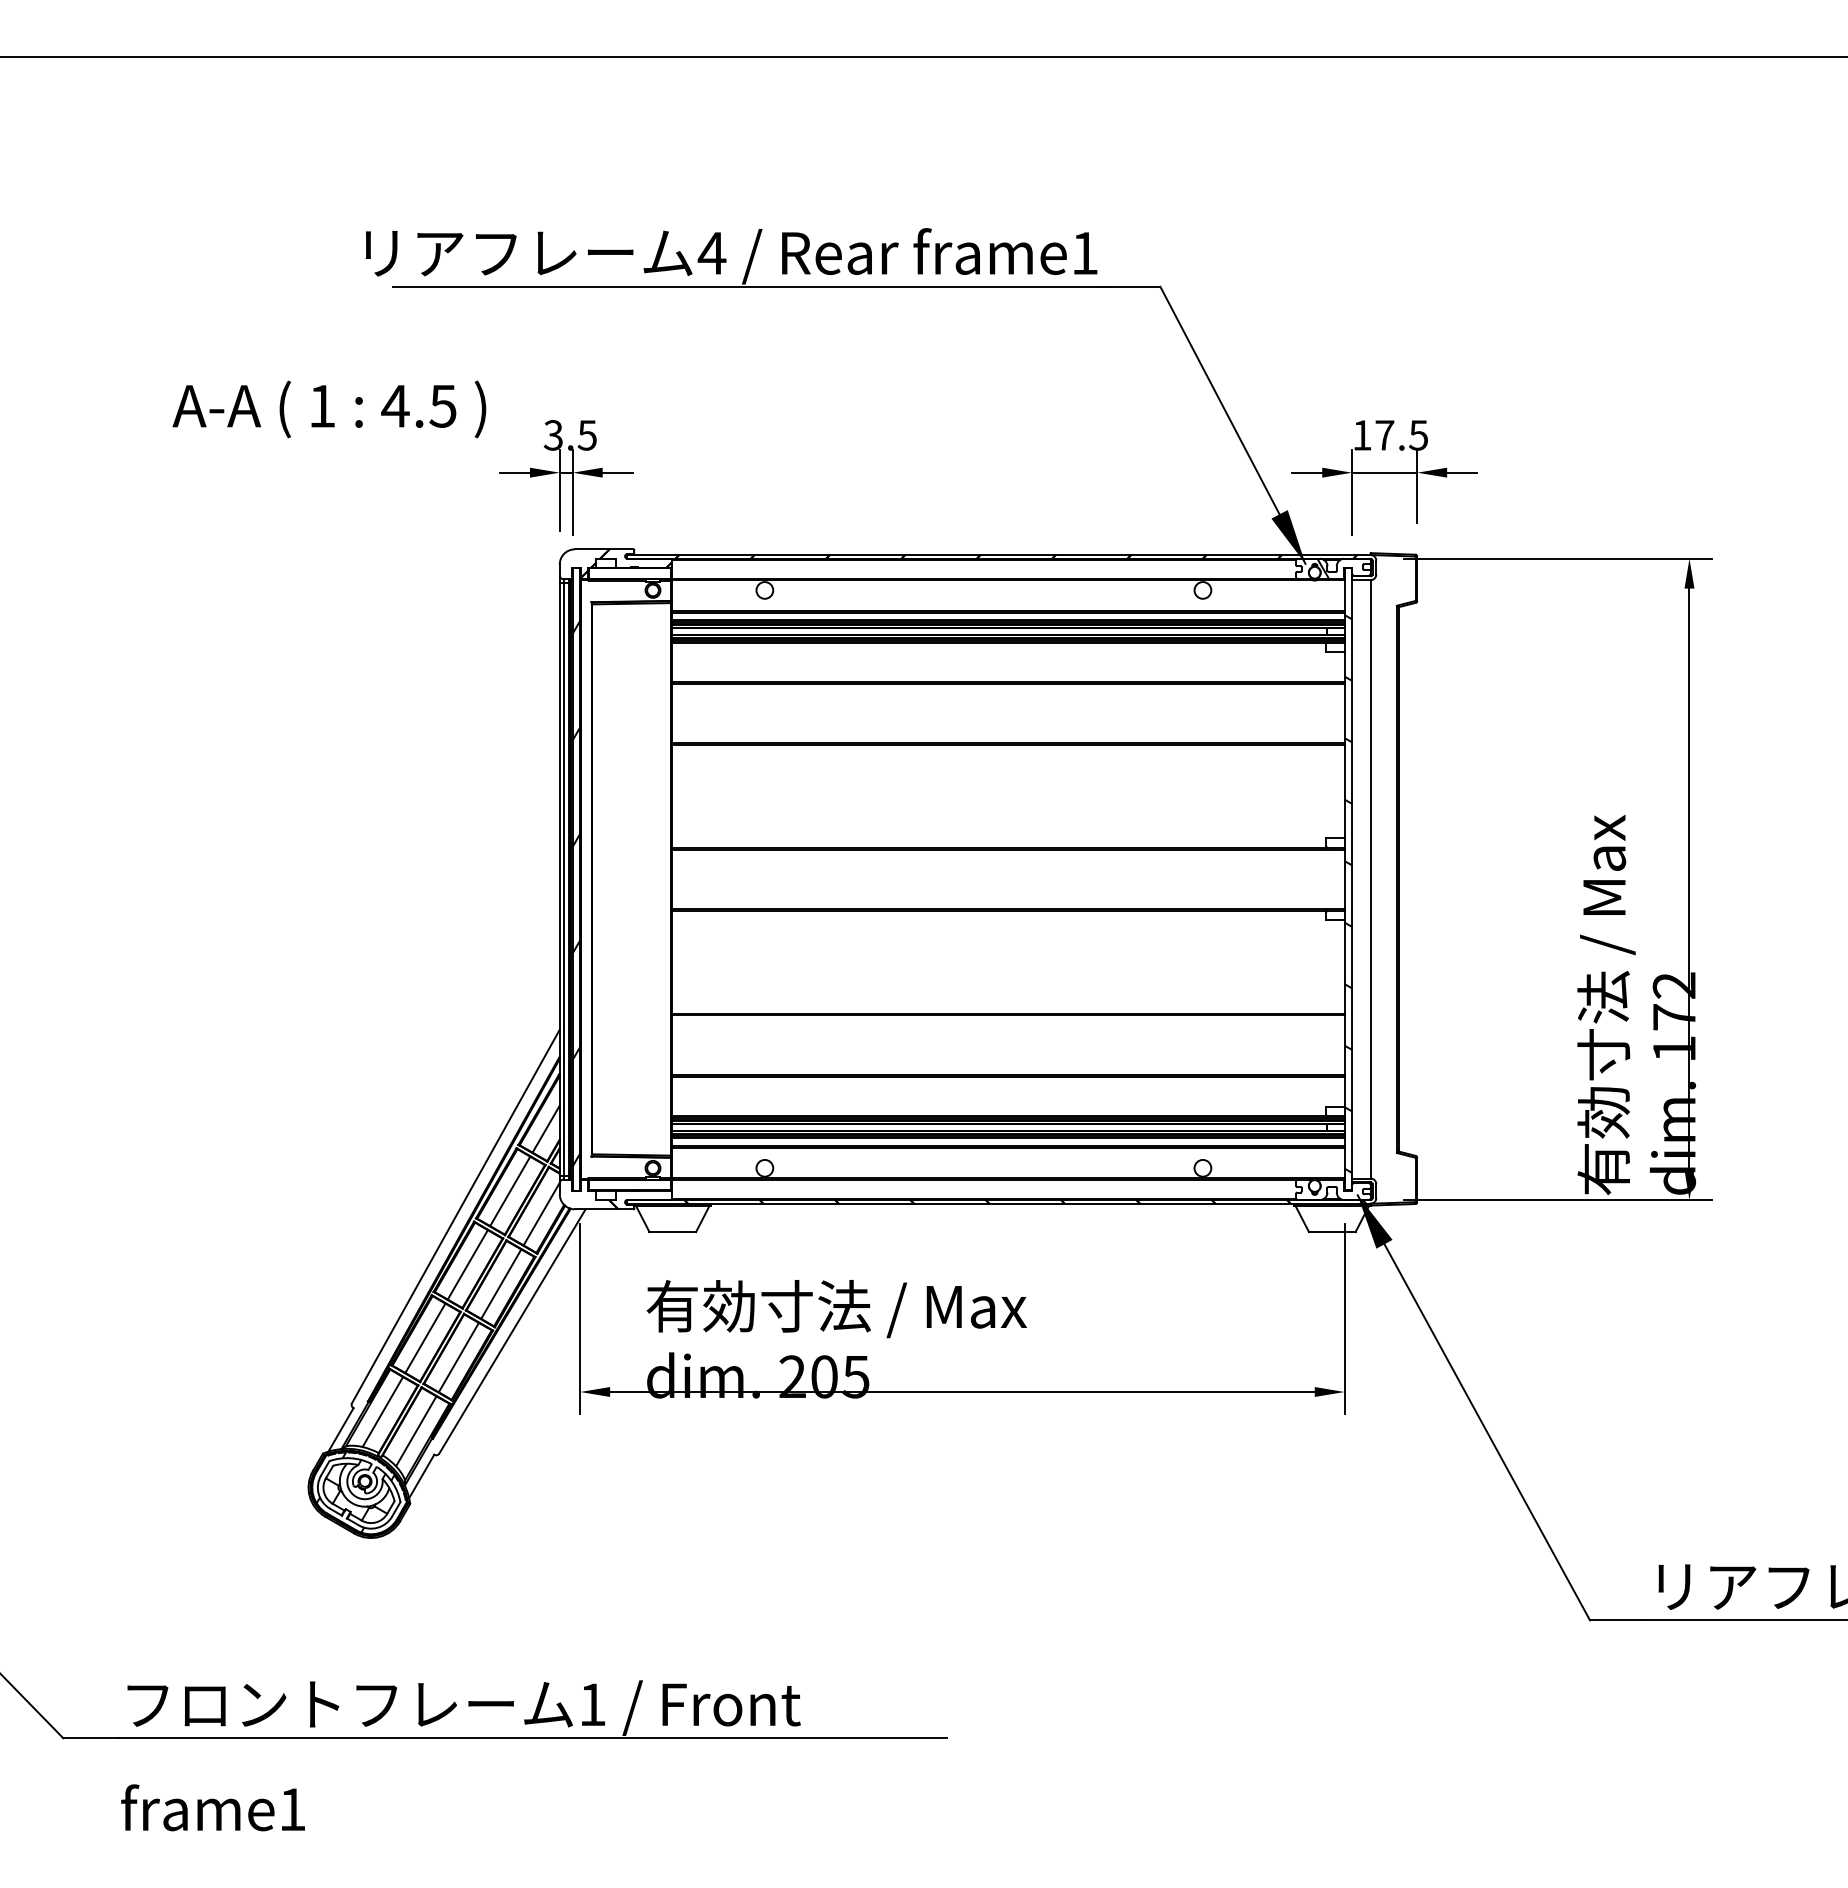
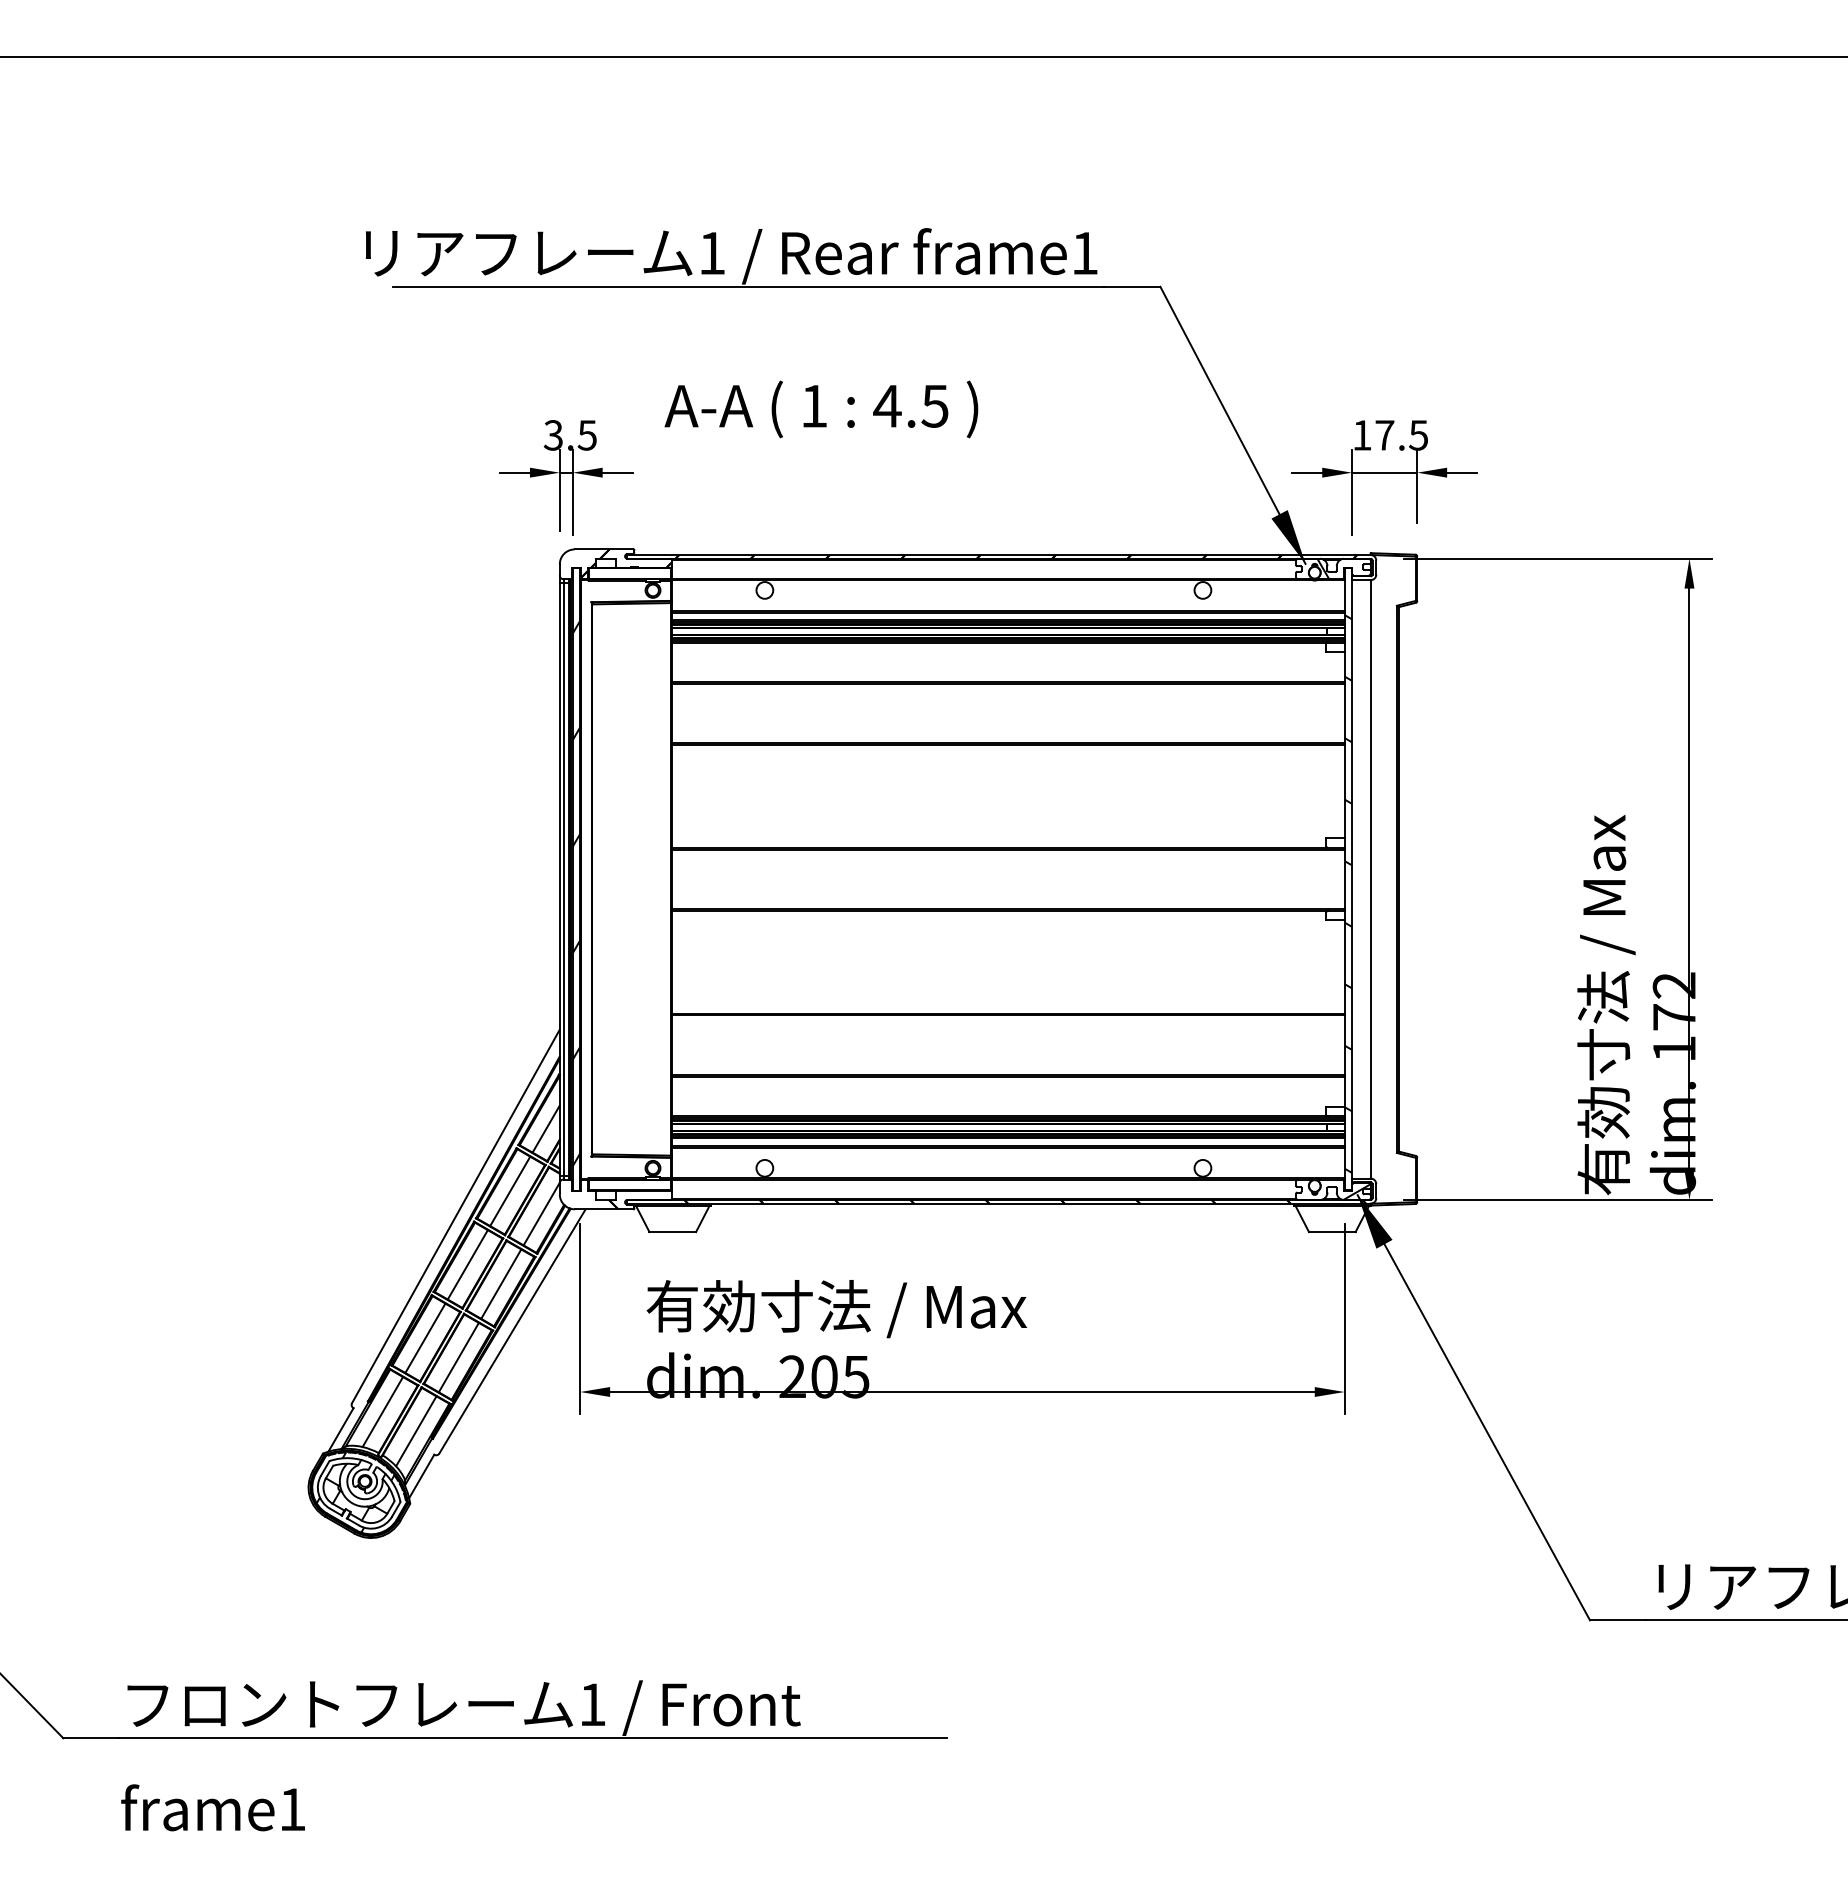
text at (711, 253): 4 -> 1
text at (329, 409) position: (329, 409) -> (821, 409)
hatch at (1356, 1191): none -> present
